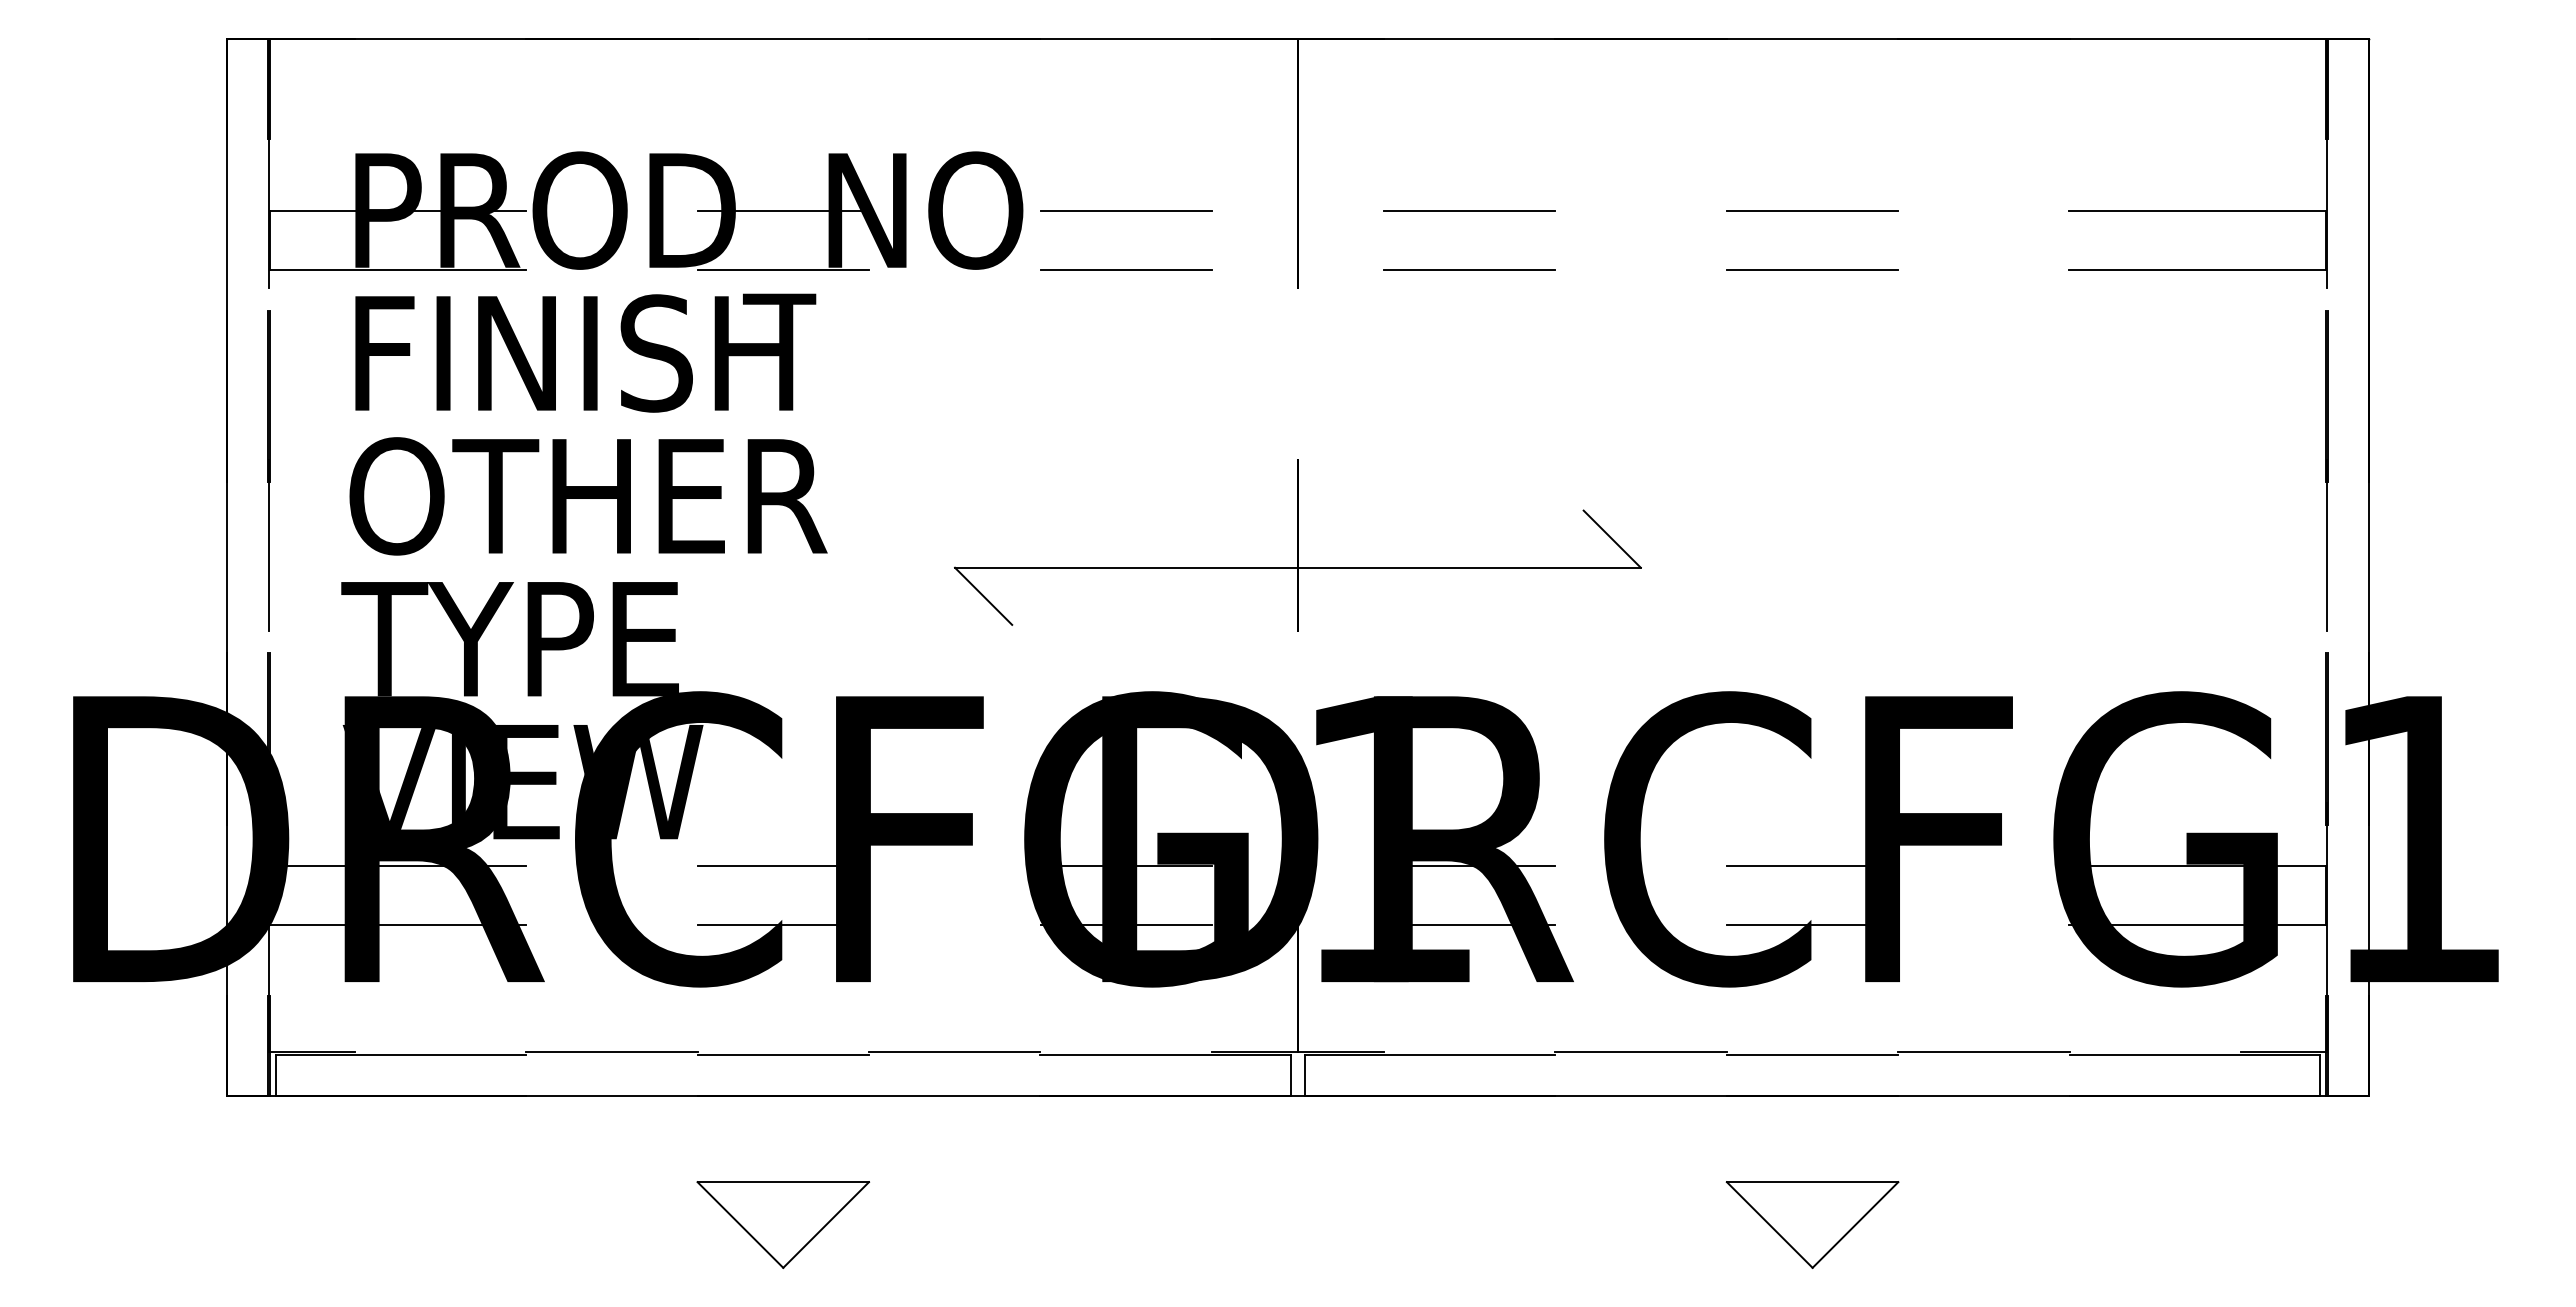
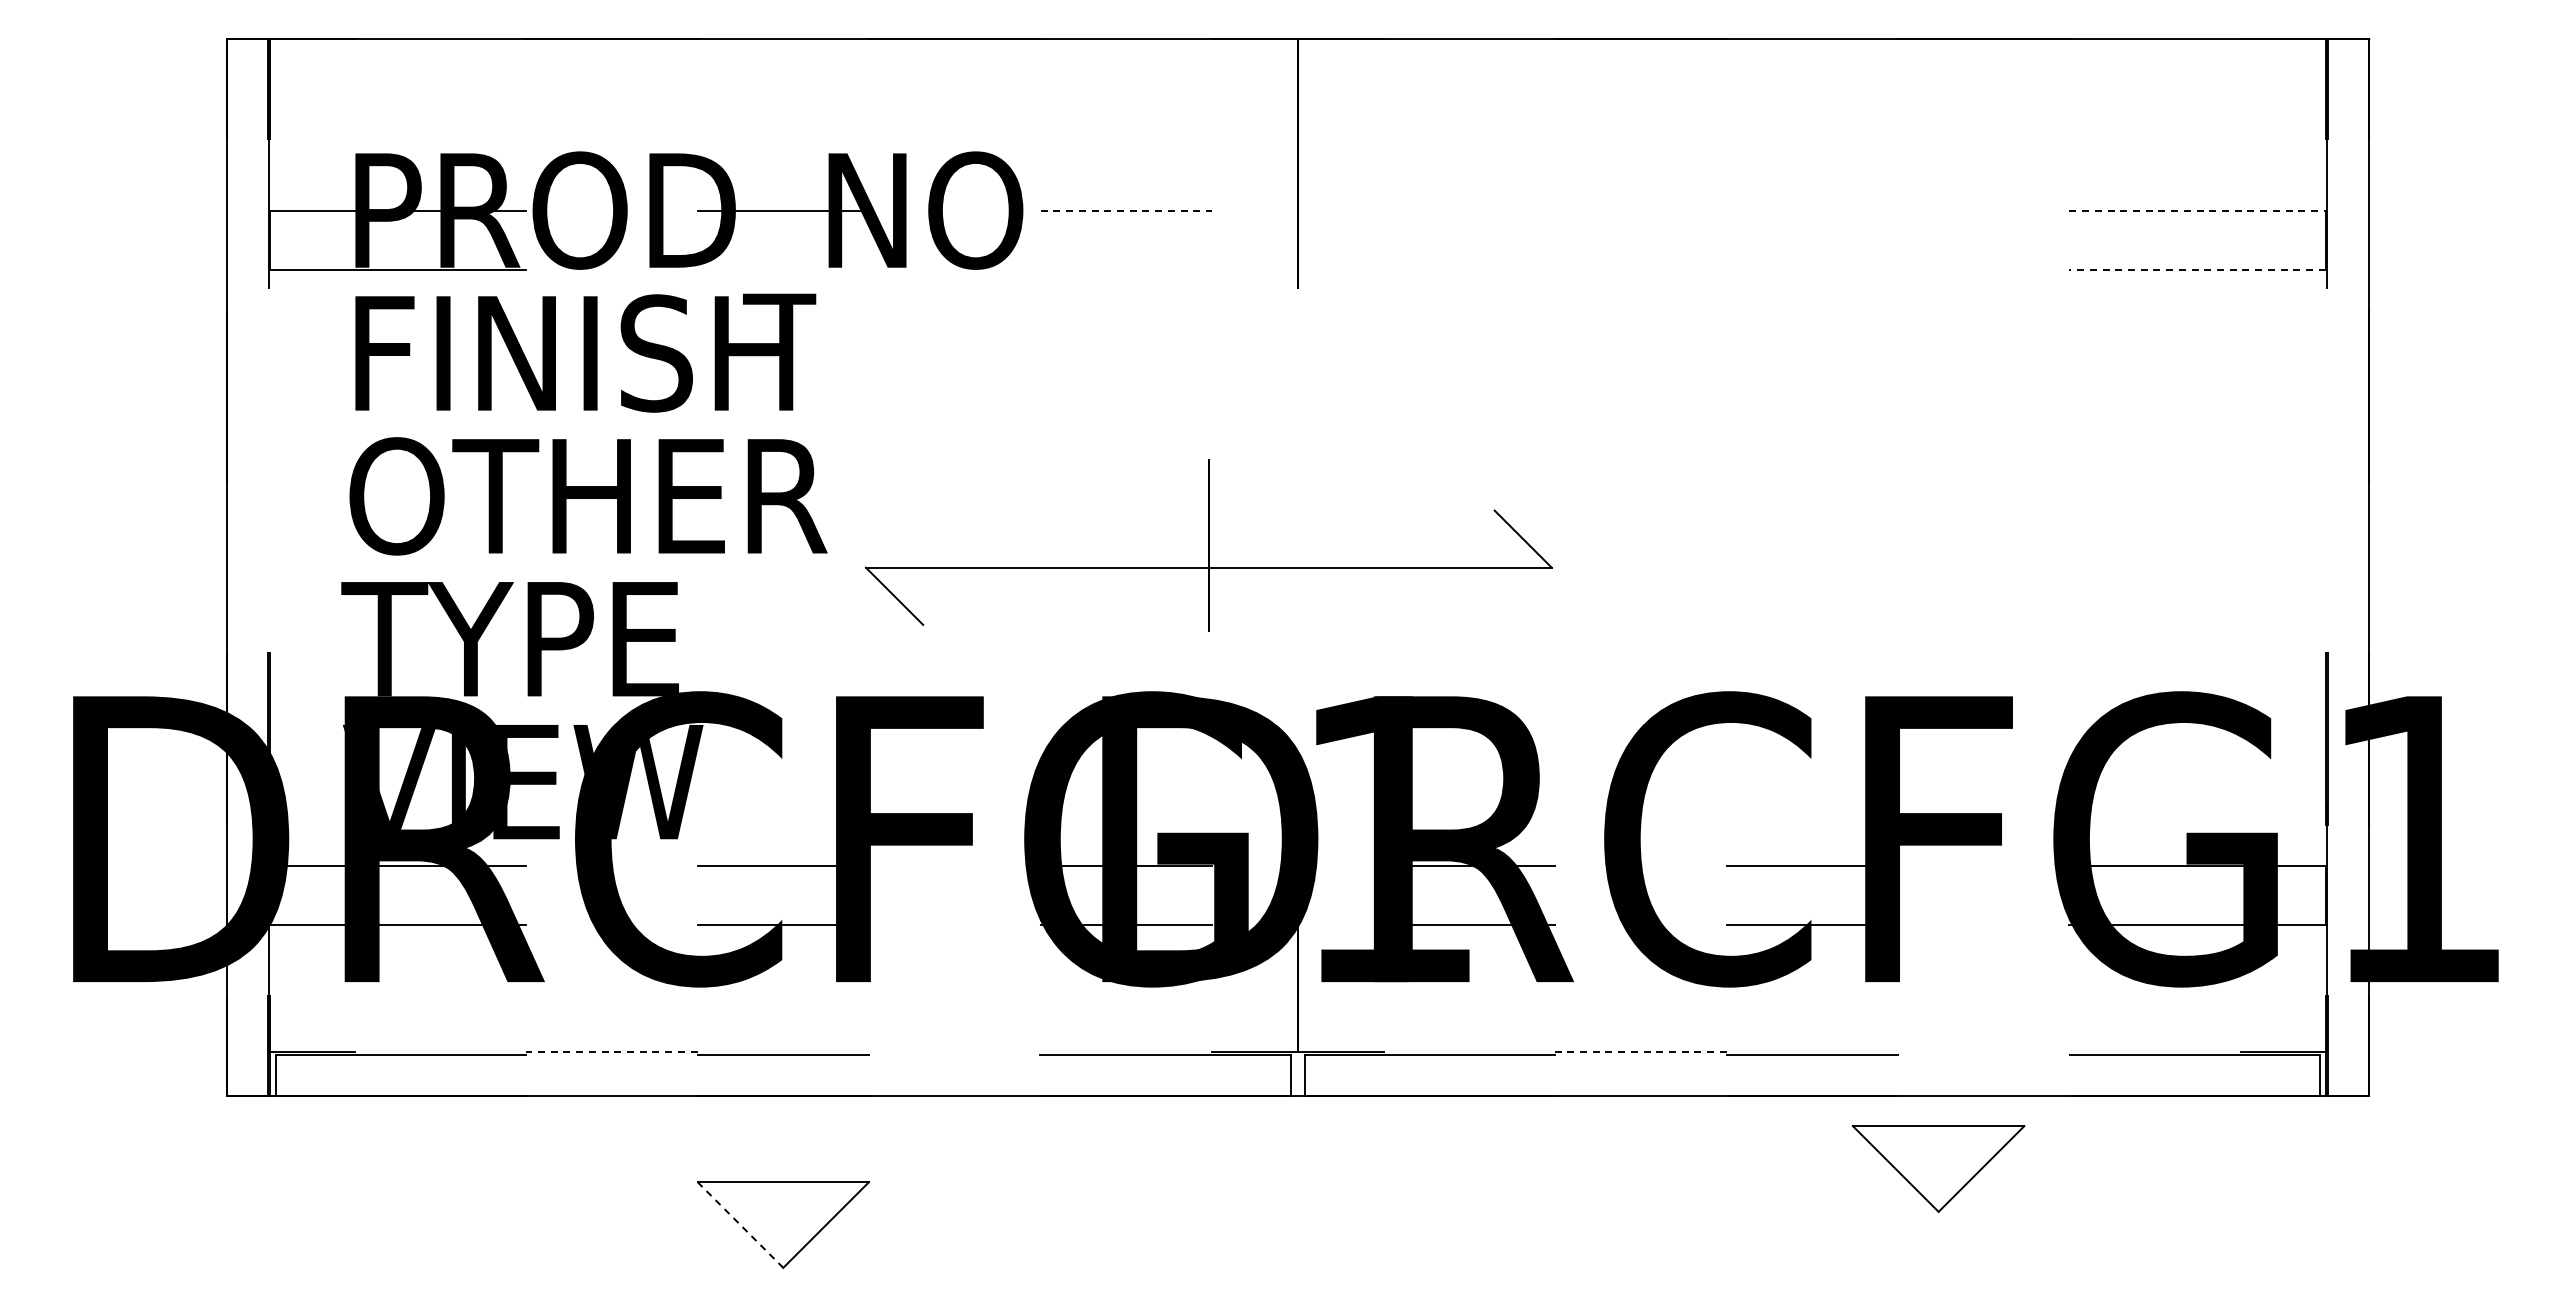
line at (1126, 210): solid -> dashed
line at (1469, 210): present -> none
line at (1812, 210): present -> none
line at (2198, 210): solid -> dashed
line at (783, 269): present -> none
line at (1126, 269): present -> none
line at (1469, 269): present -> none
line at (1812, 269): present -> none
line at (2197, 269): solid -> dashed
line at (268, 470): present -> none
line at (2326, 470): present -> none
part at (1297, 545) position: (1297, 545) -> (1208, 545)
line at (611, 1051): solid -> dashed
line at (954, 1051): present -> none
line at (1641, 1051): solid -> dashed
line at (1983, 1051): present -> none
line at (740, 1224): solid -> dashed
part at (1812, 1224) position: (1812, 1224) -> (1938, 1168)
